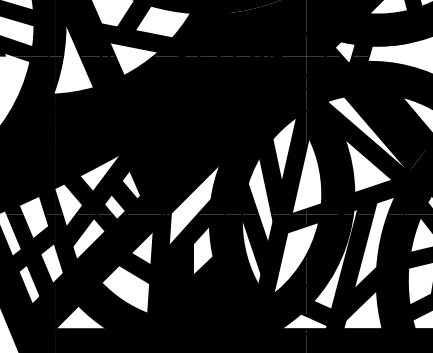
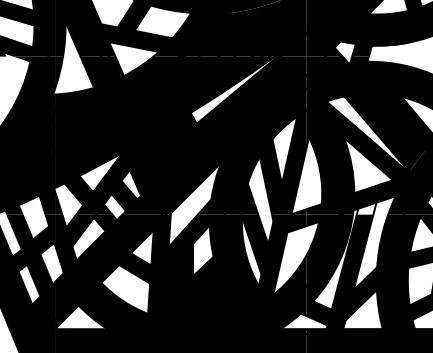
fill at (233, 89): present -> none
fill at (366, 208): present -> none
